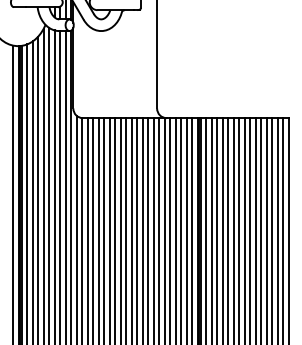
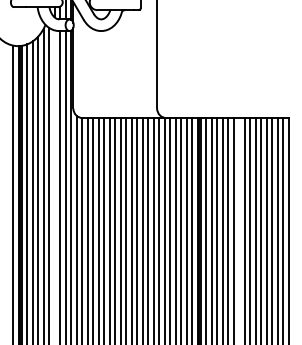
line at (54, 185): present -> none
line at (239, 229): present -> none
